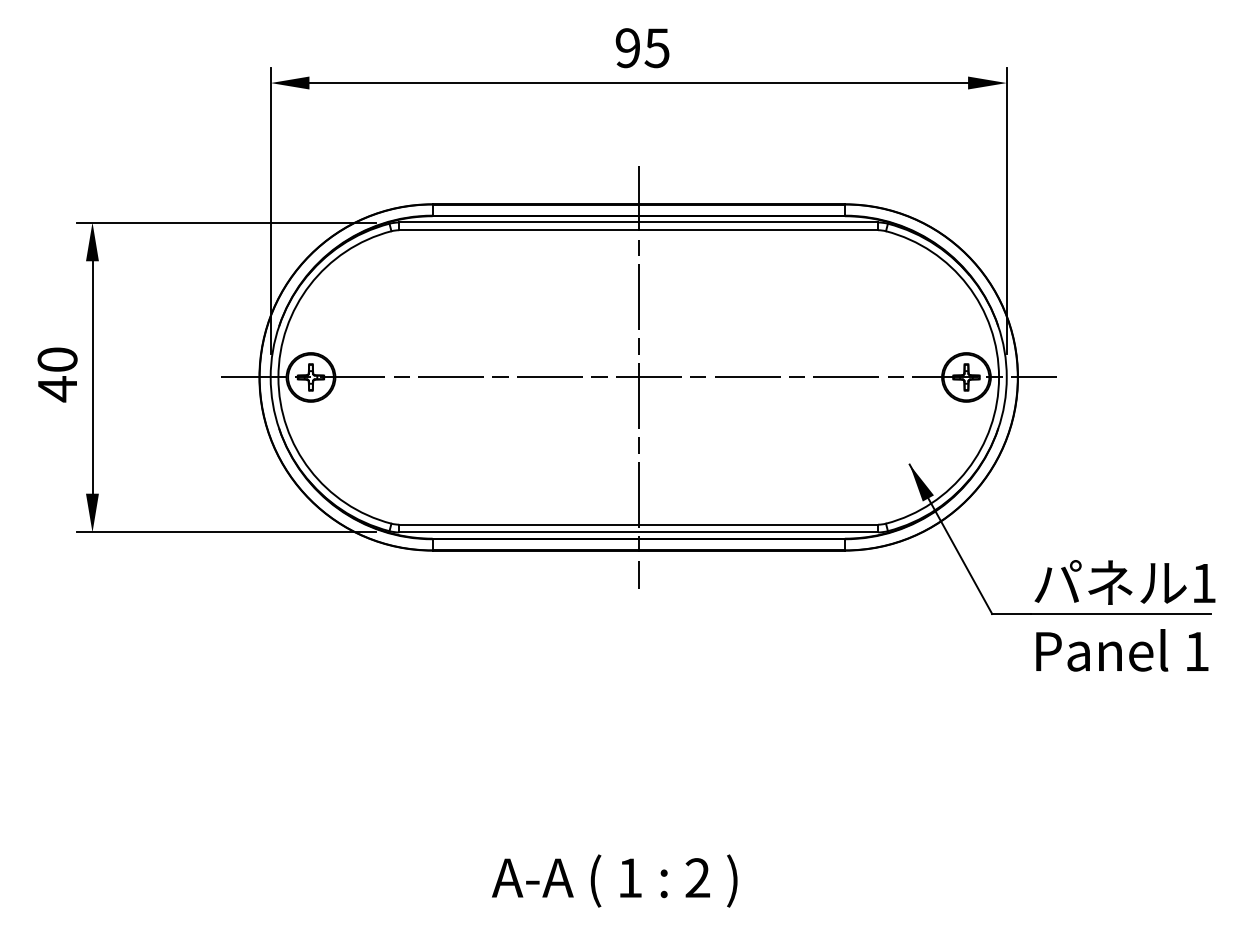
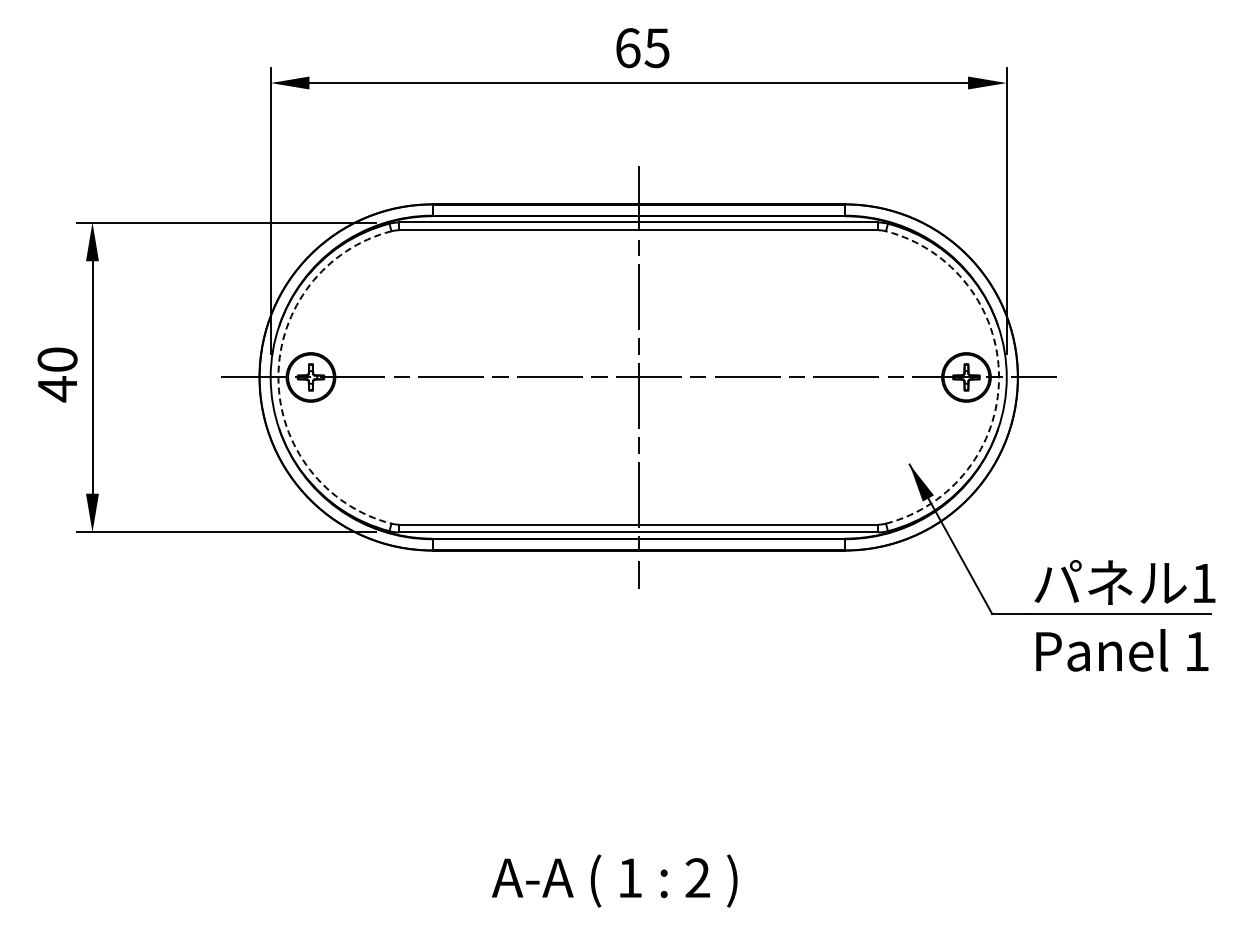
text at (627, 48): 95 -> 65
arc at (278, 377): solid -> dashed
arc at (999, 377): solid -> dashed
